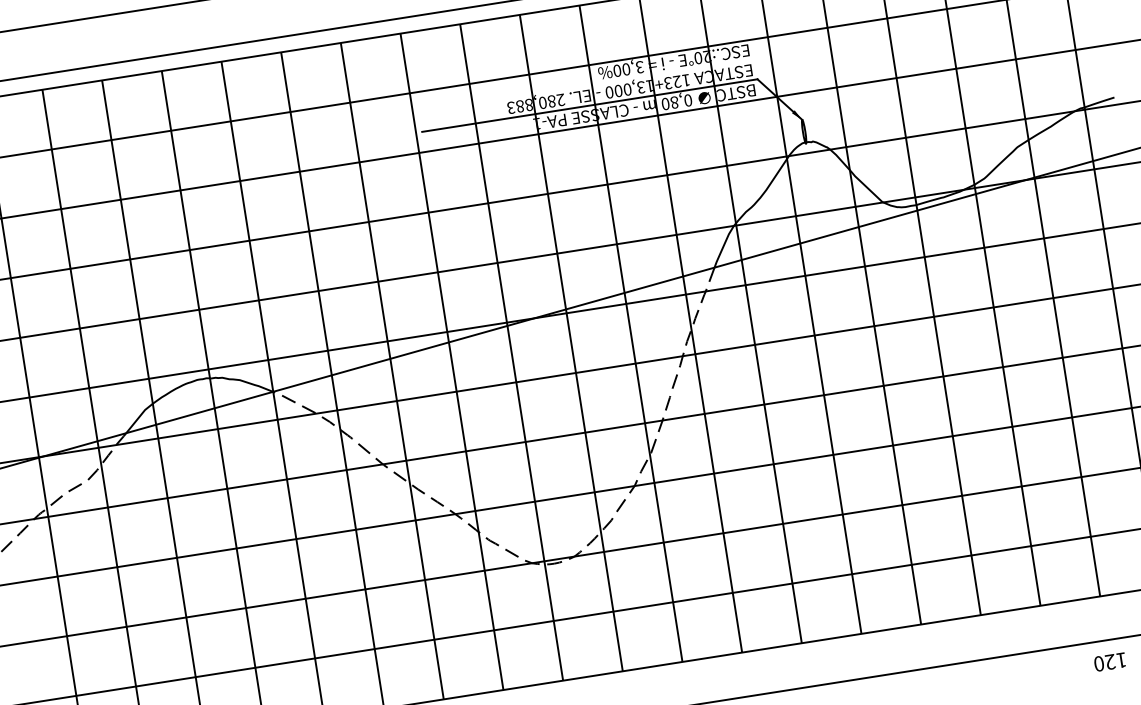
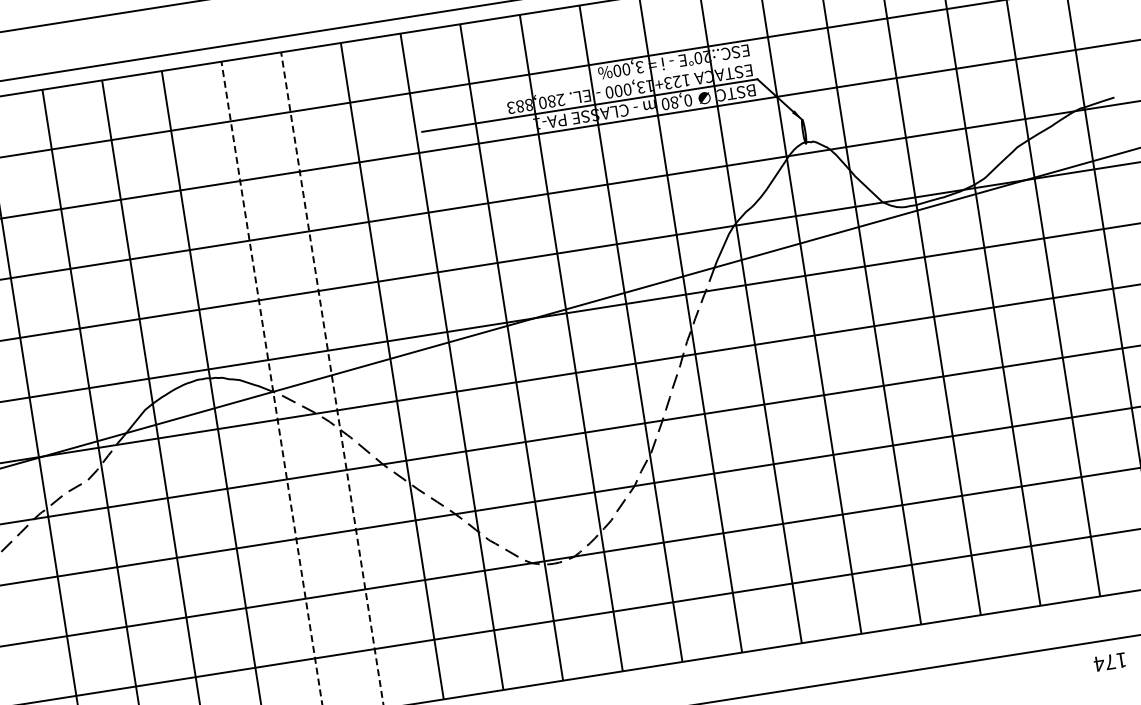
line at (332, 378): solid -> dashed
line at (271, 382): solid -> dashed
text at (1104, 662): 120 -> 174
